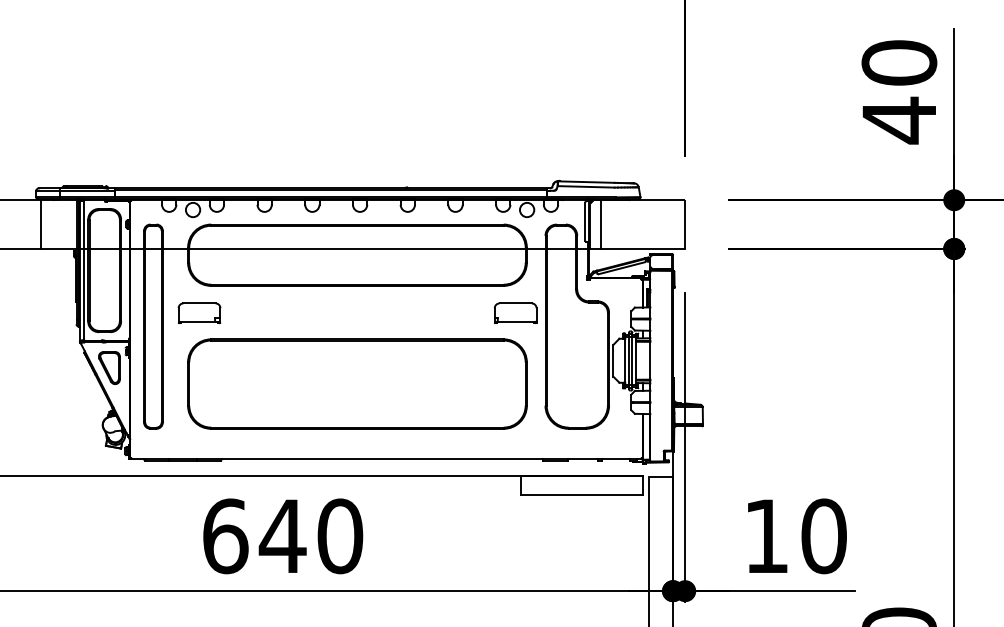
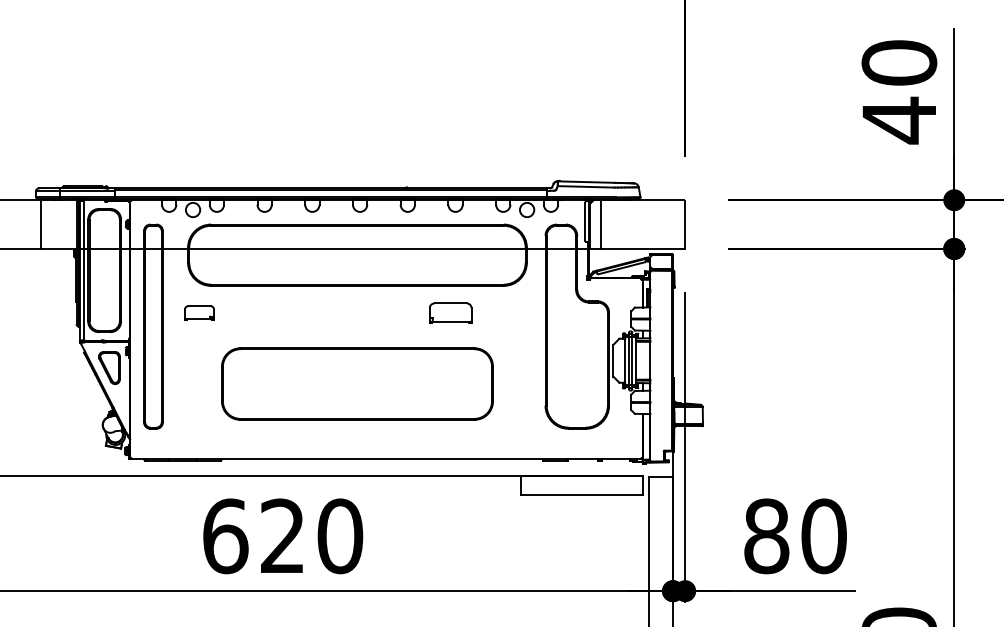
part at (199, 312) size: 45x22 px -> 31x16 px
part at (515, 312) position: (515, 312) -> (450, 312)
part at (357, 383) size: 341x92 px -> 273x74 px
text at (282, 535): 640 -> 620
text at (766, 536): 10 -> 80
